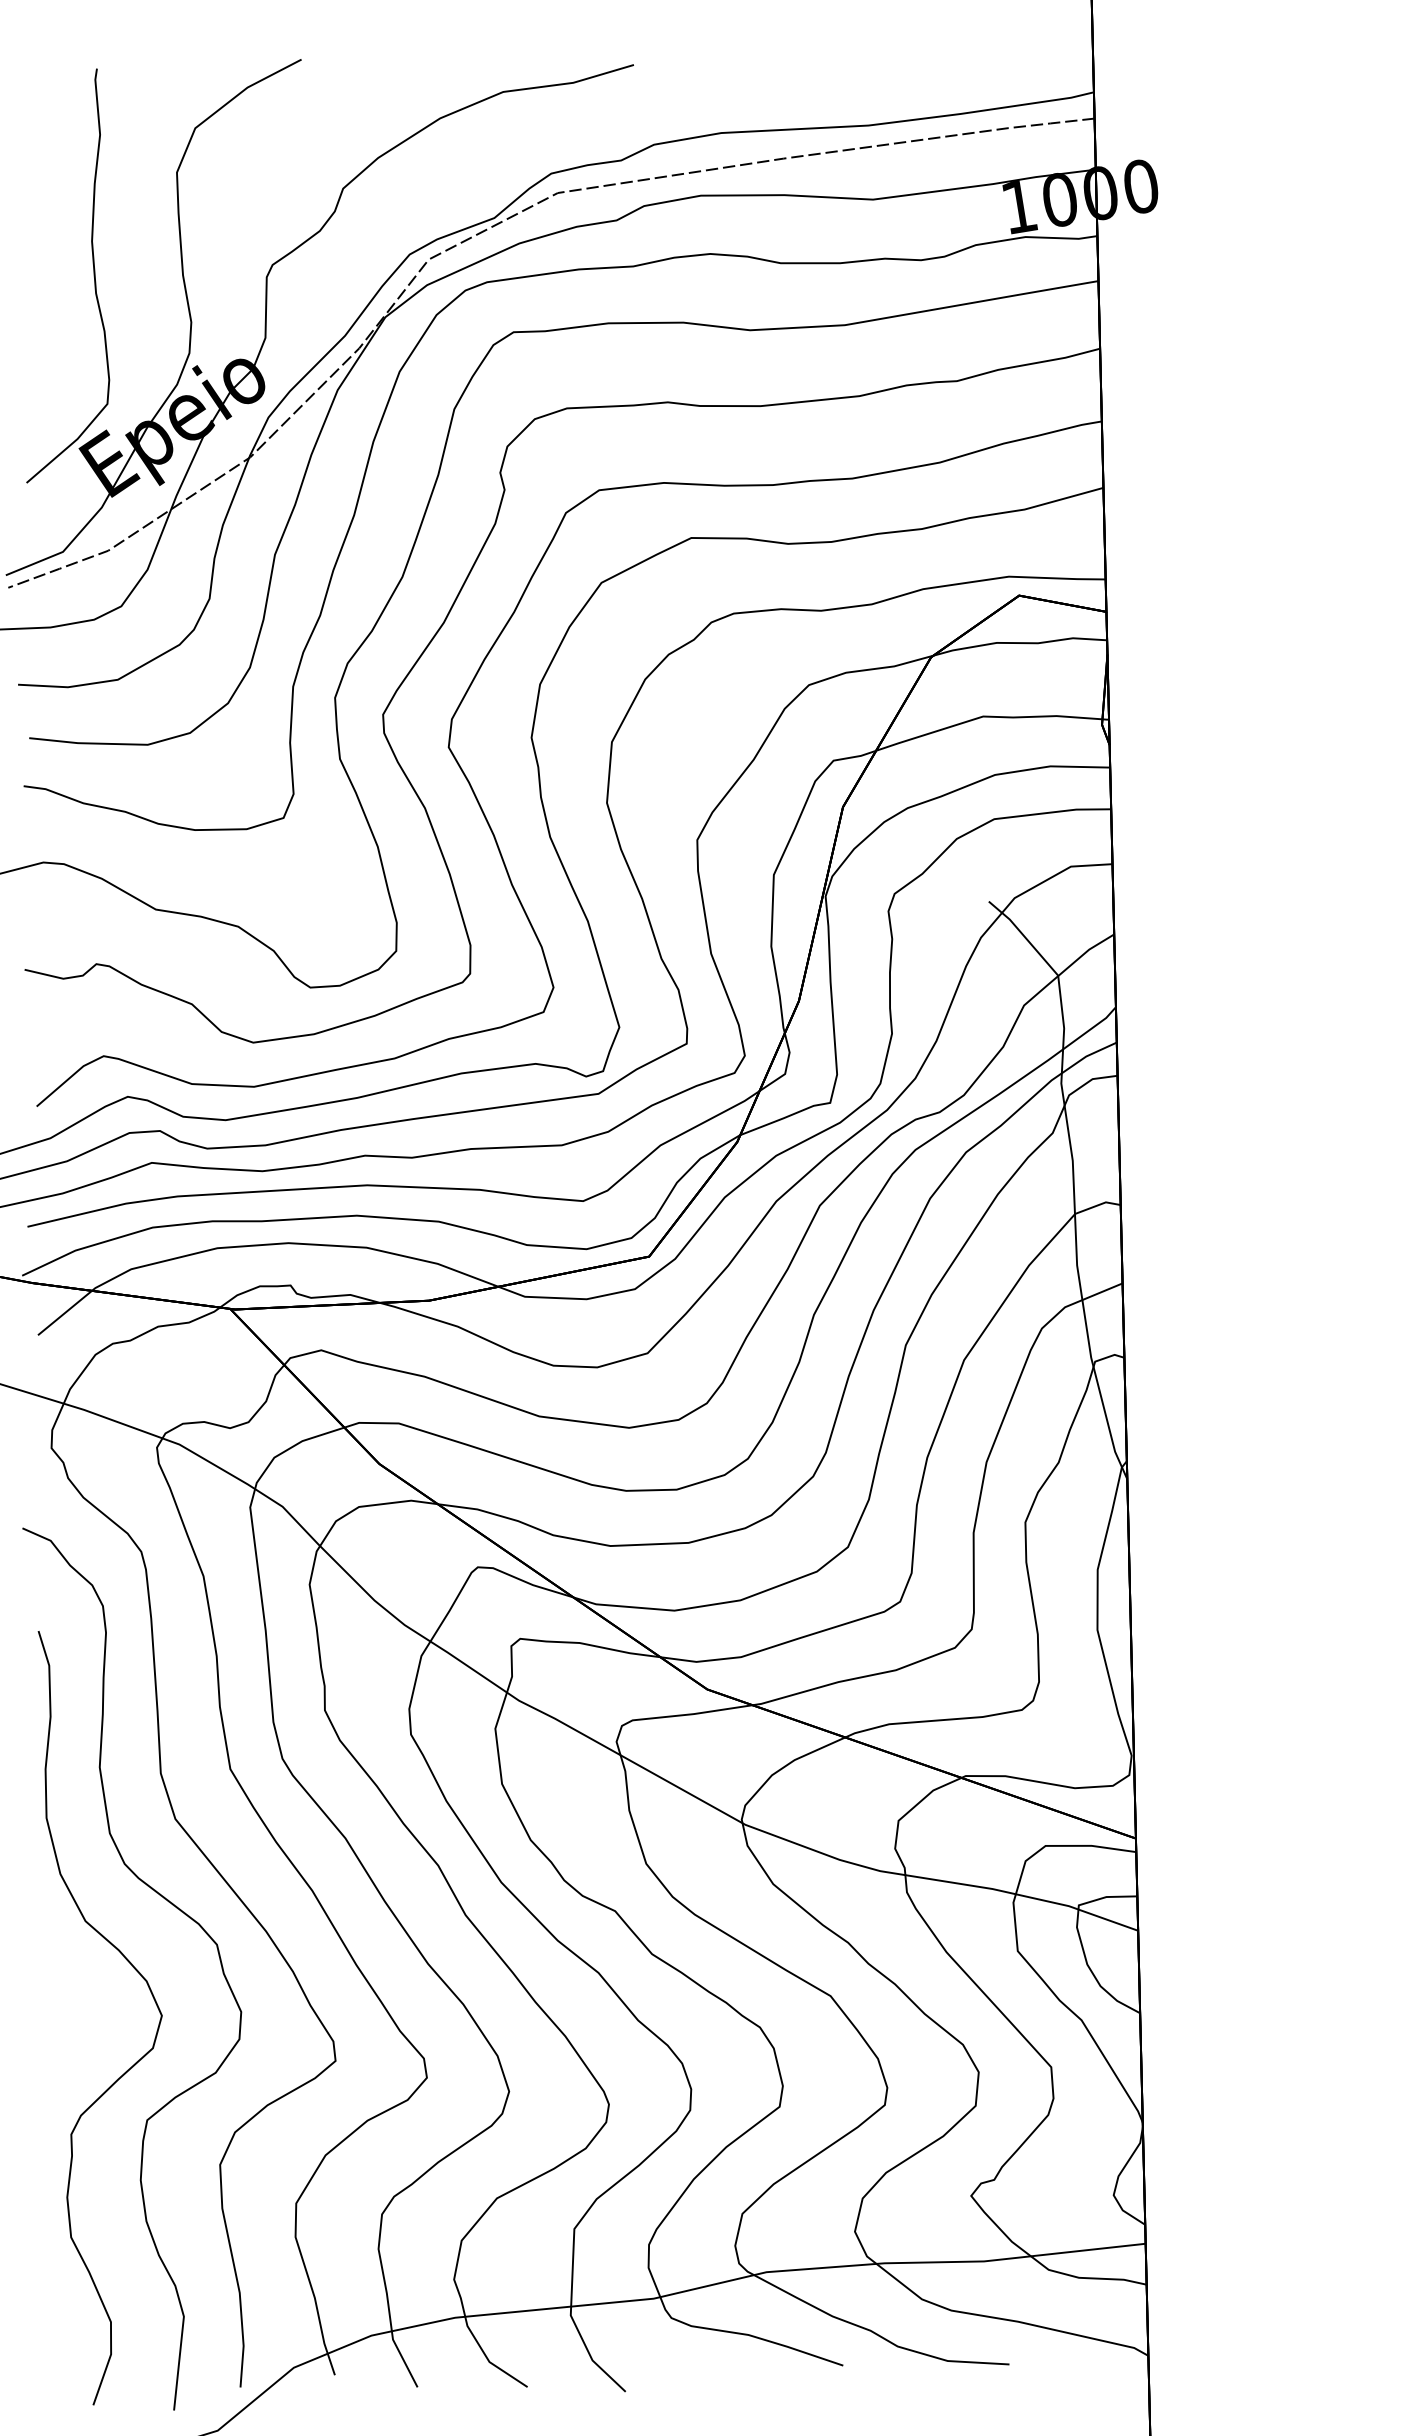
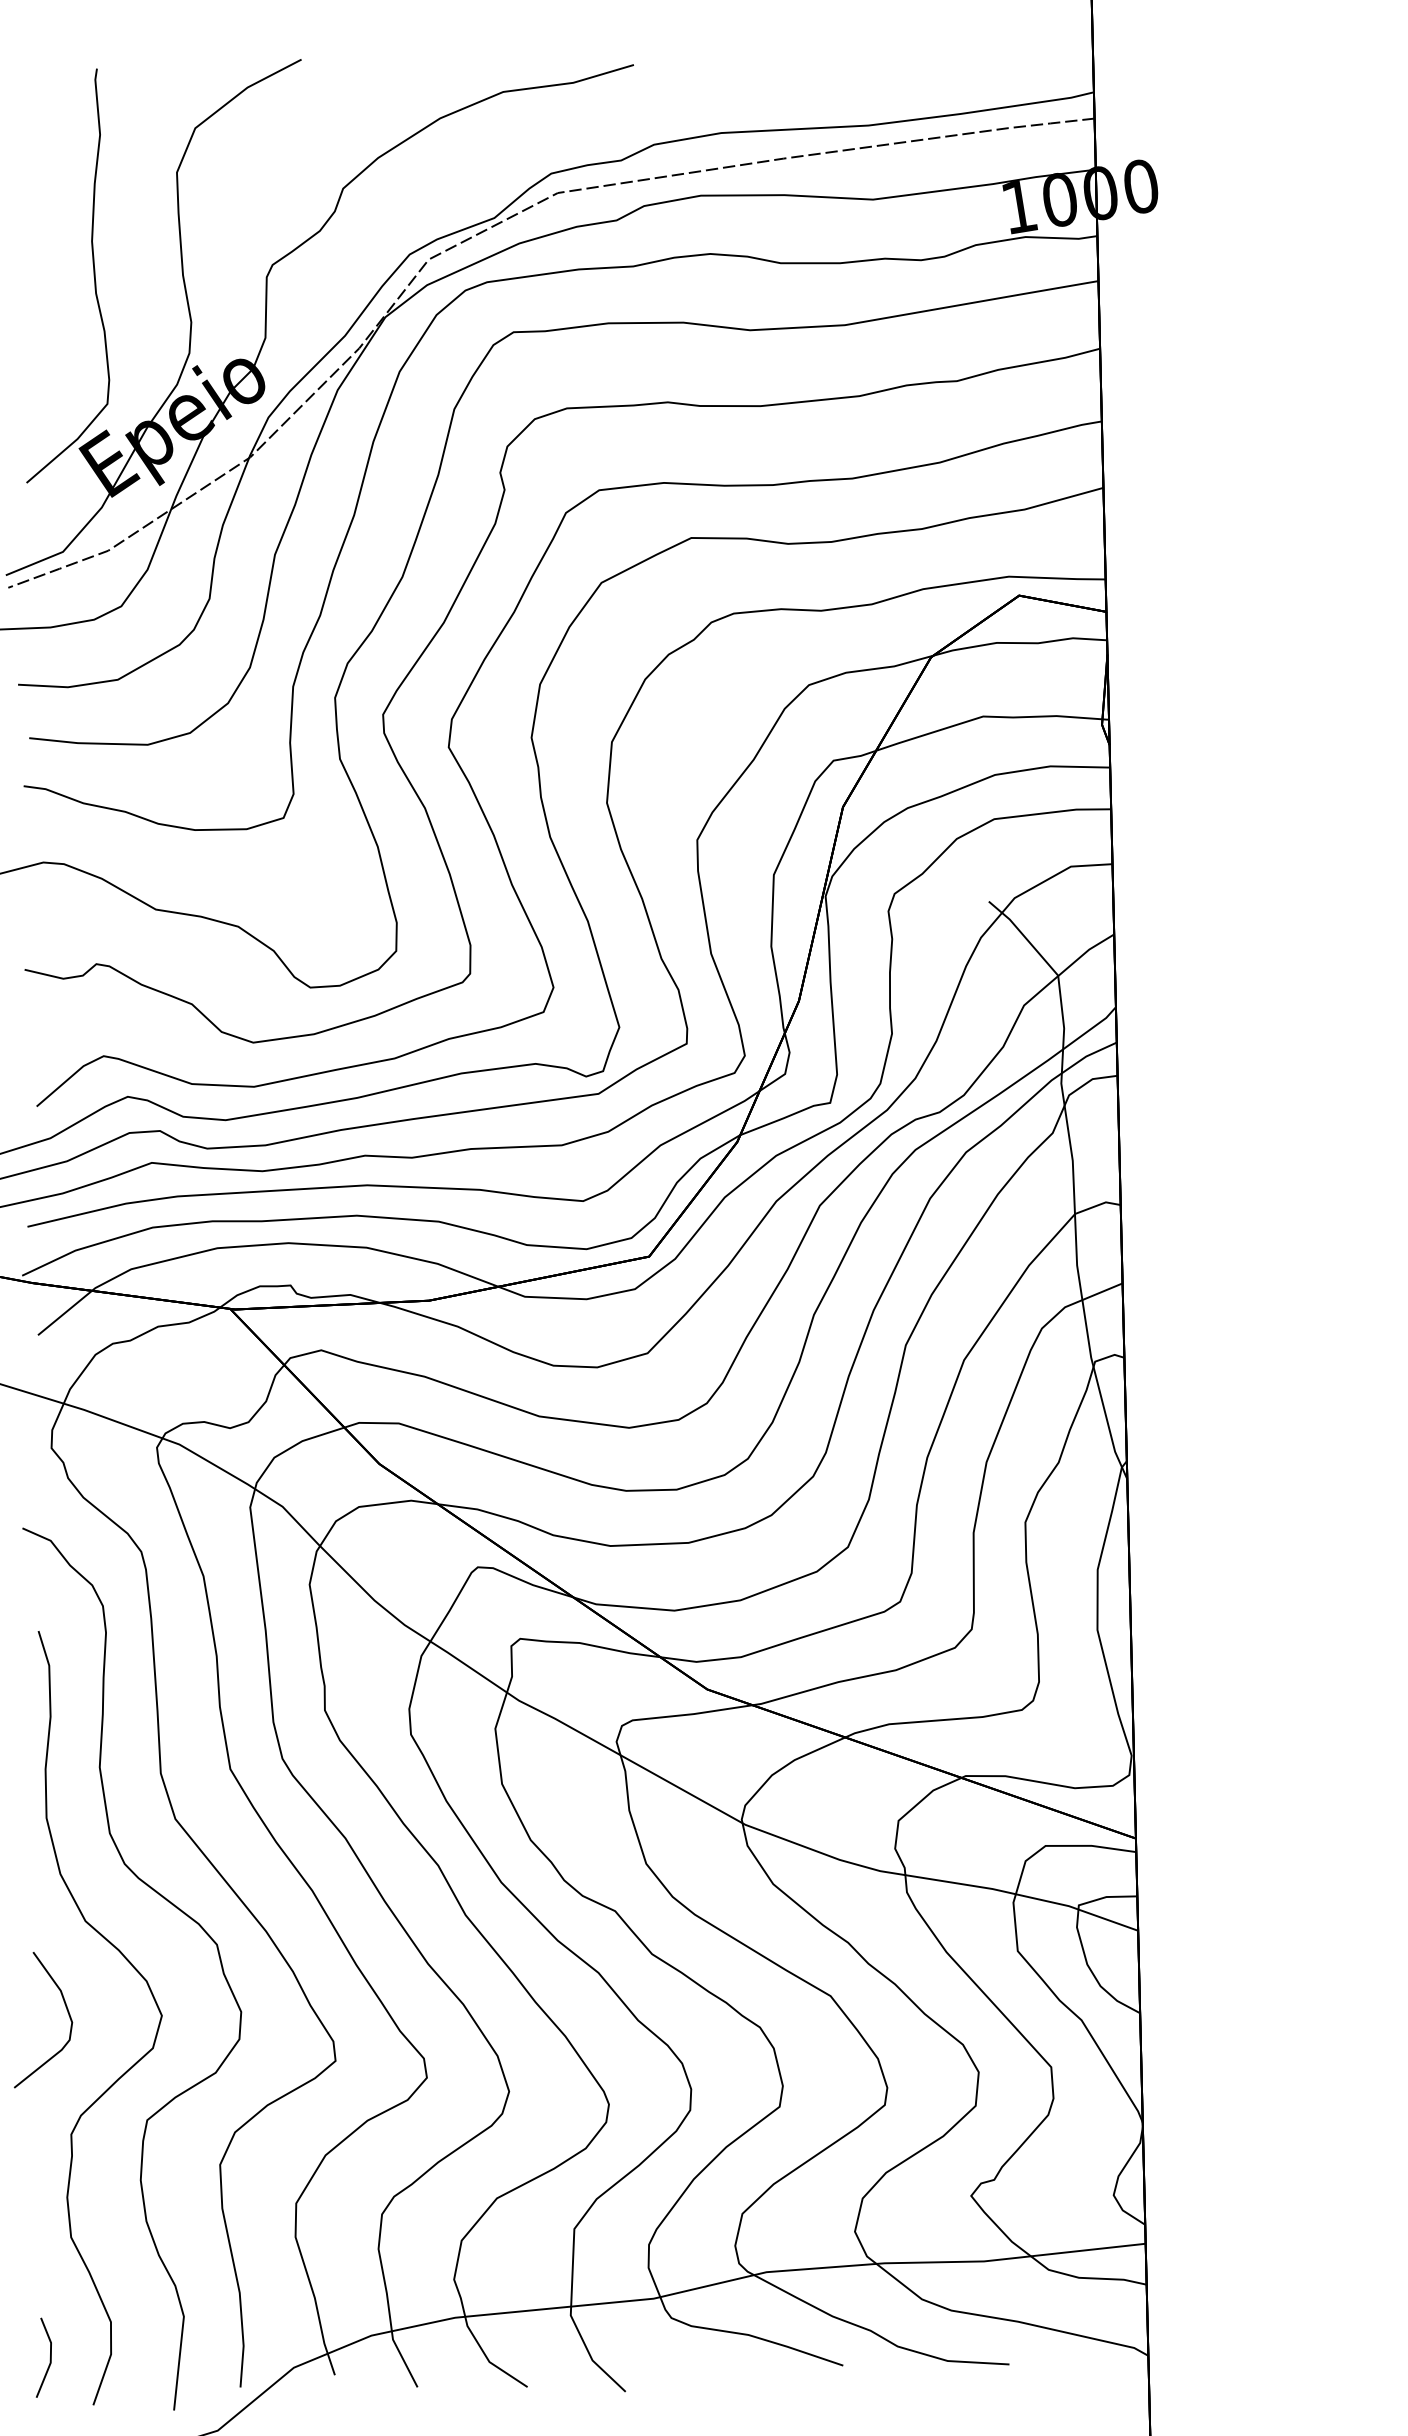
curve at (67, 2012): none -> present
line at (49, 2358): none -> present
